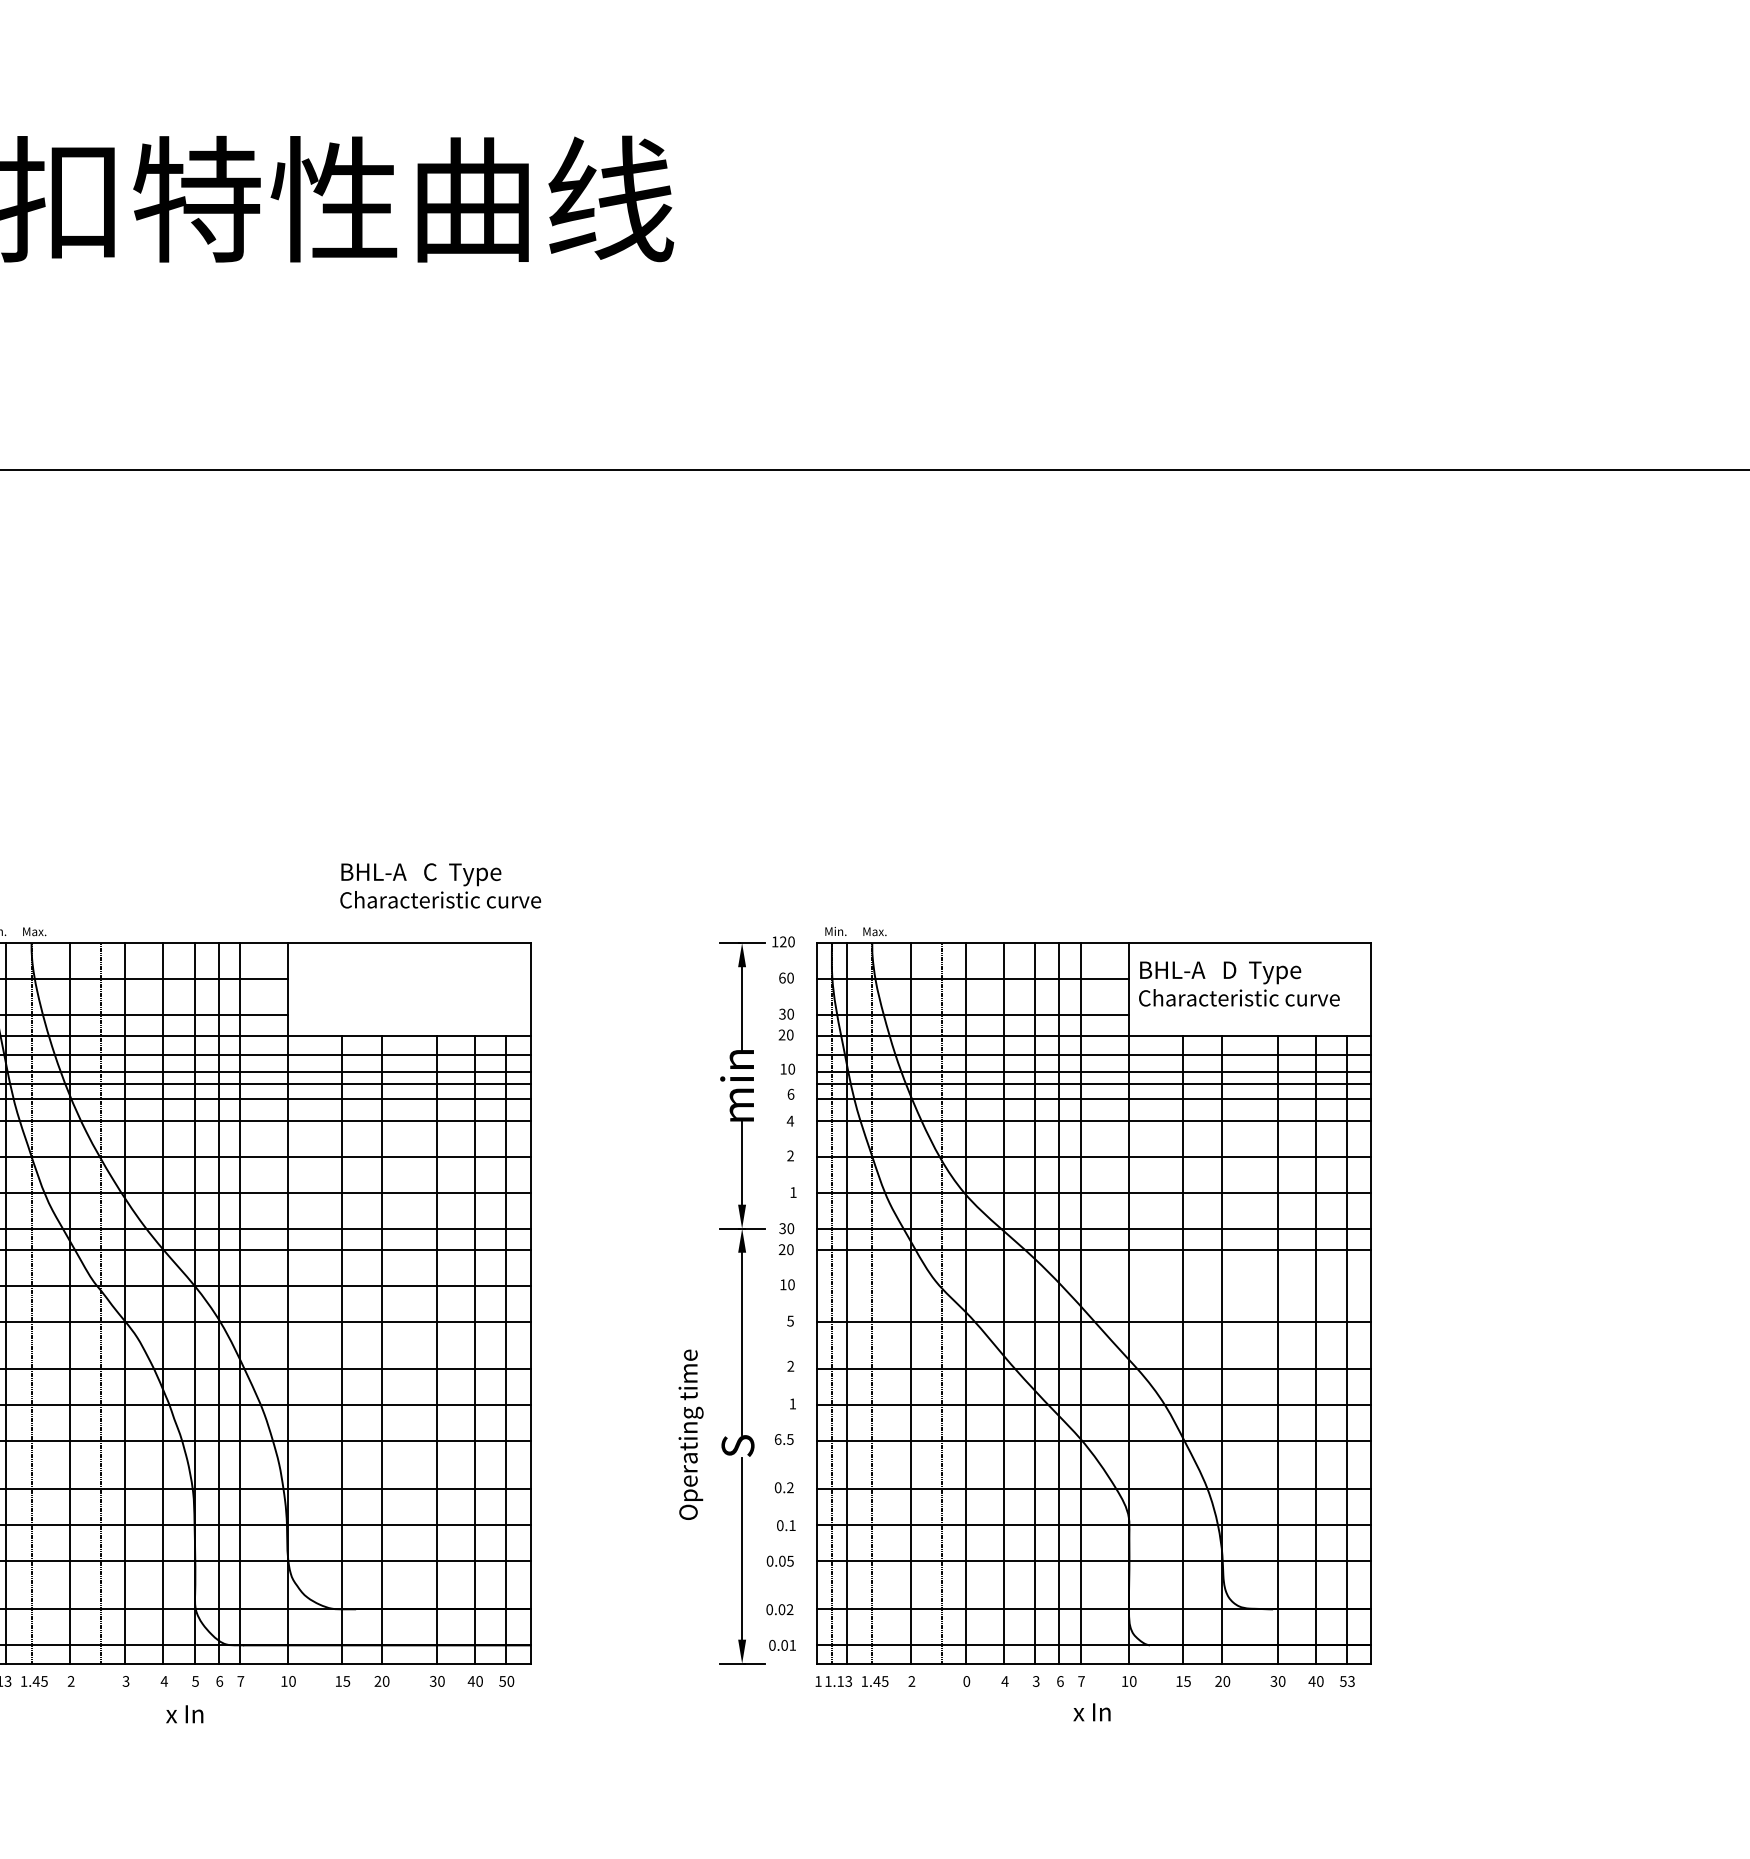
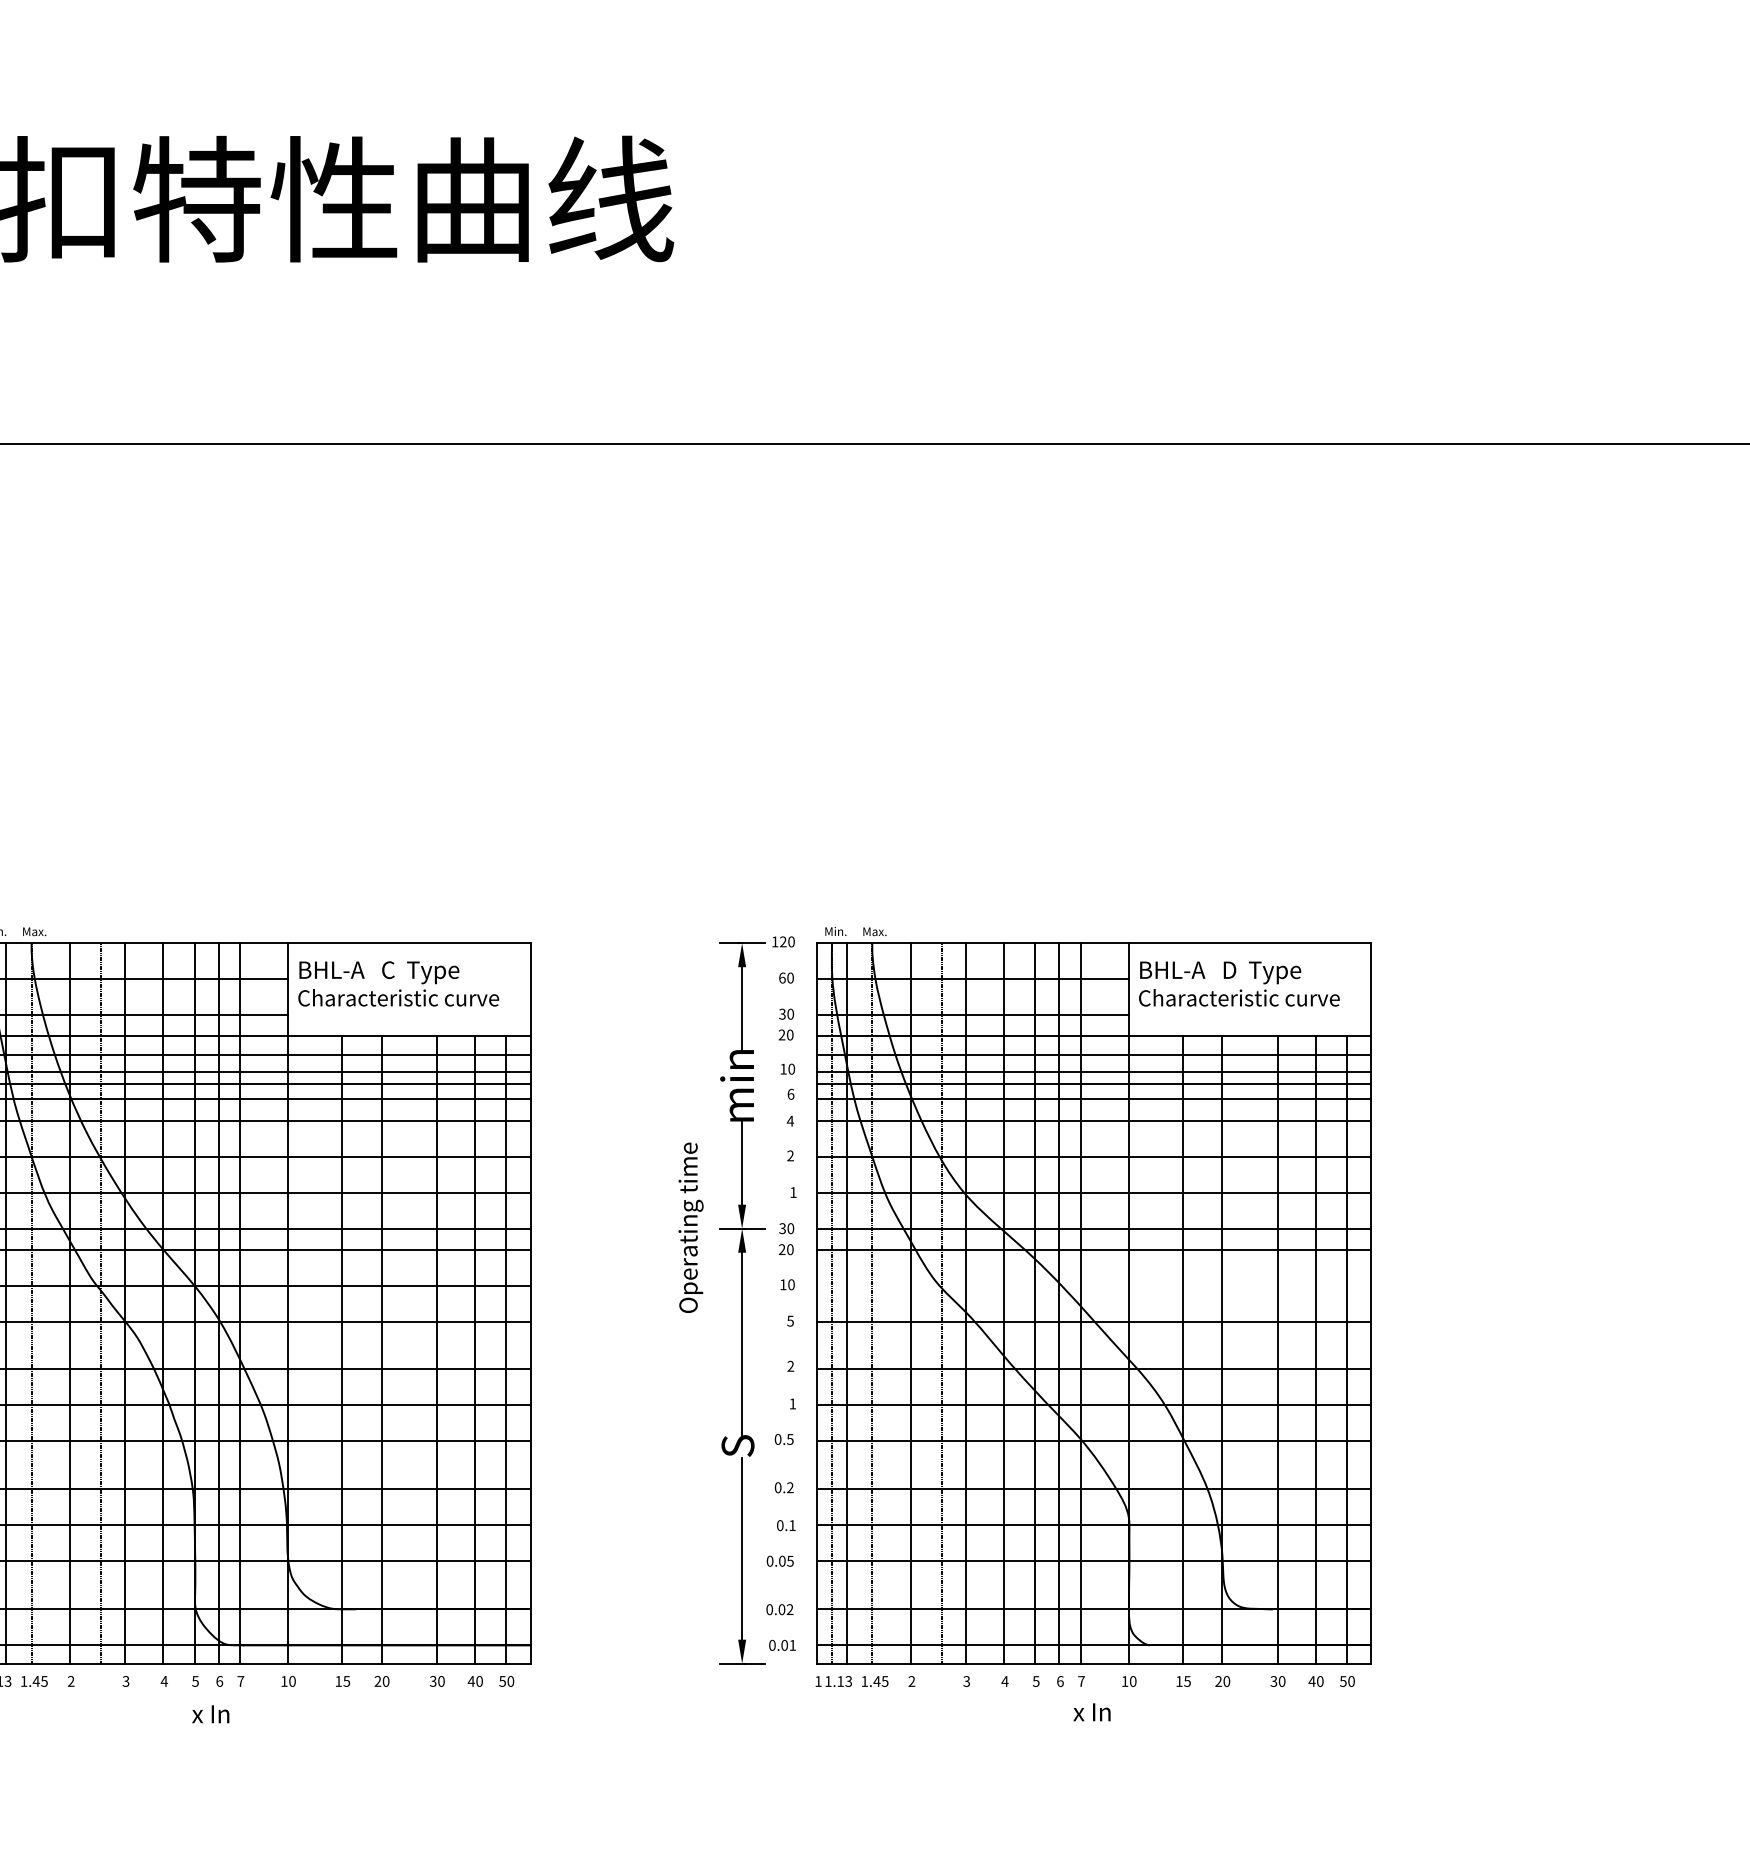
line at (874, 469) position: (874, 469) -> (874, 443)
text at (440, 885) position: (440, 885) -> (398, 983)
text at (690, 1434) position: (690, 1434) -> (690, 1227)
text at (777, 1439): 6.5 -> 0.5
text at (966, 1681): 0 -> 3
text at (1036, 1681): 3 -> 5
text at (1351, 1681): 53 -> 50
text at (184, 1714) position: (184, 1714) -> (210, 1714)
